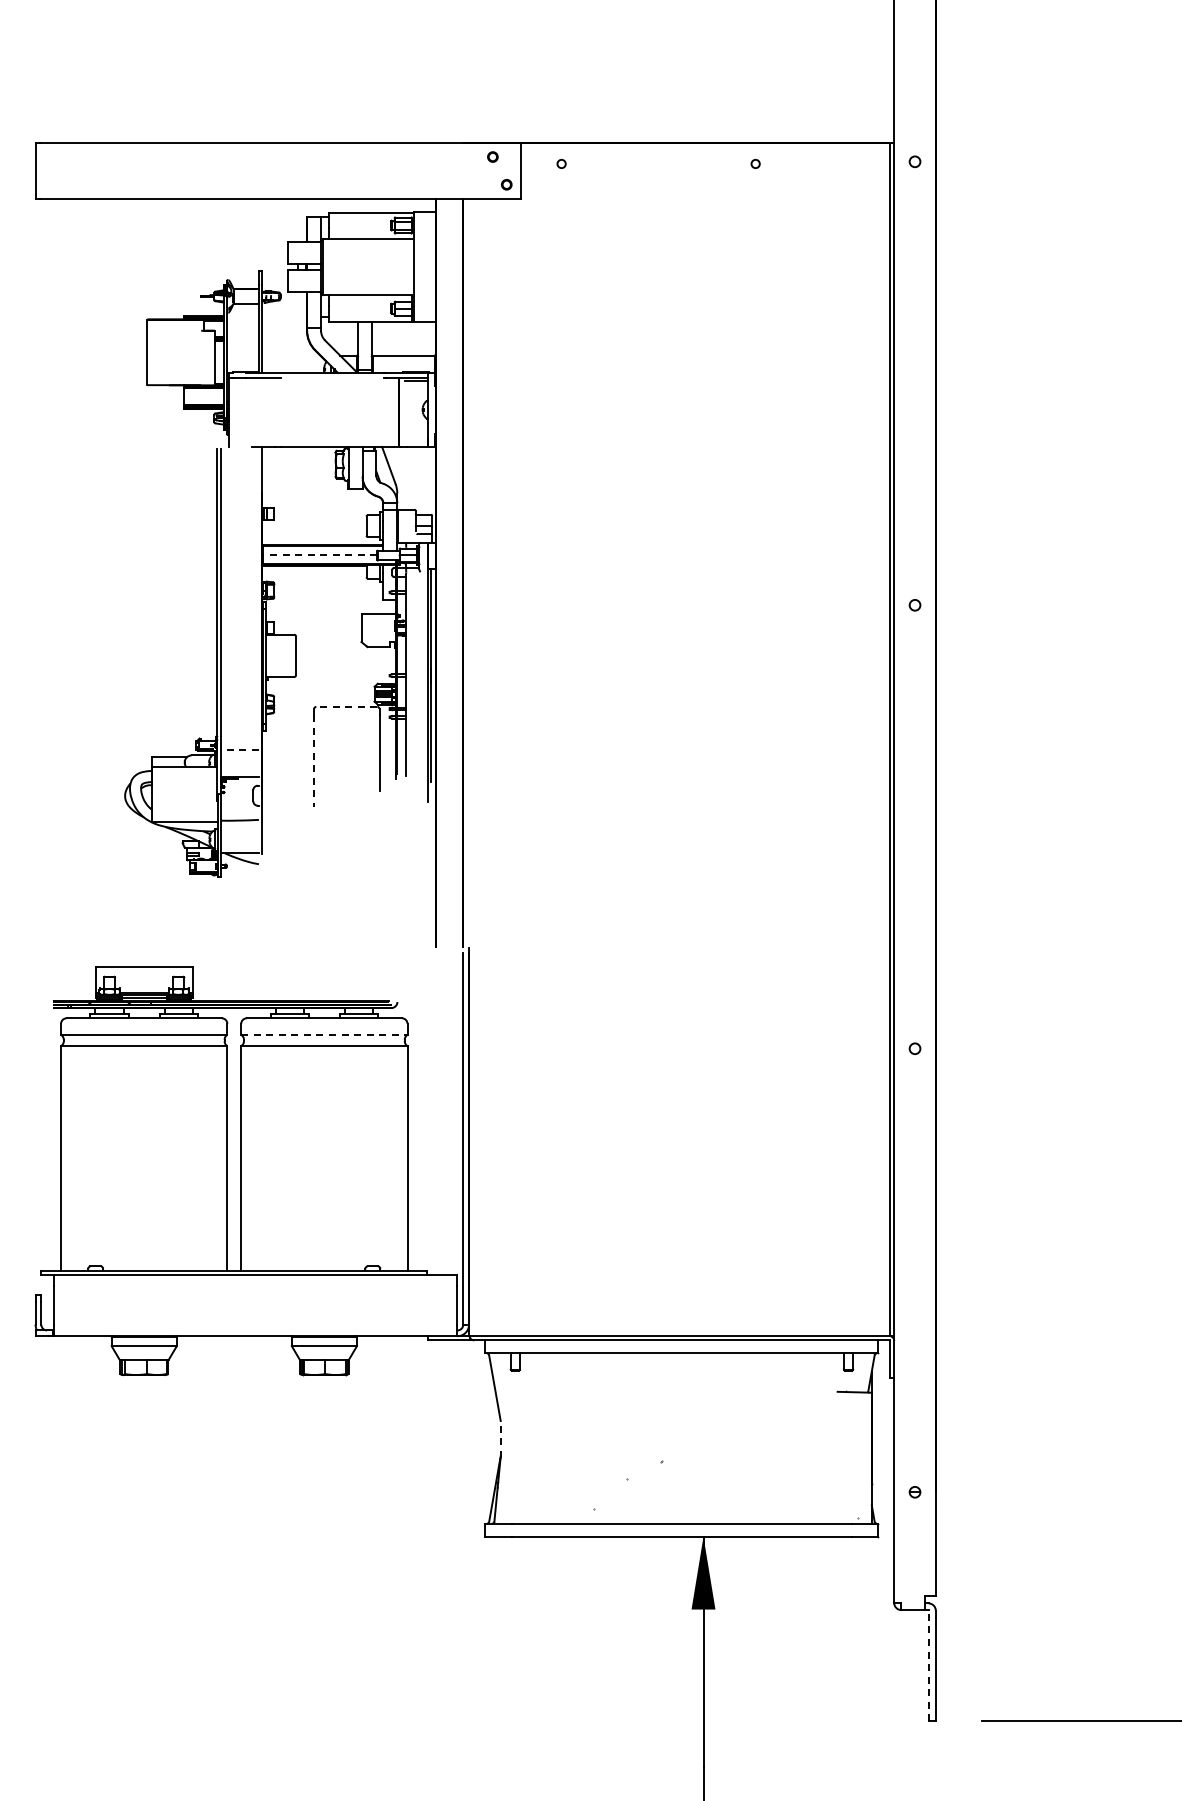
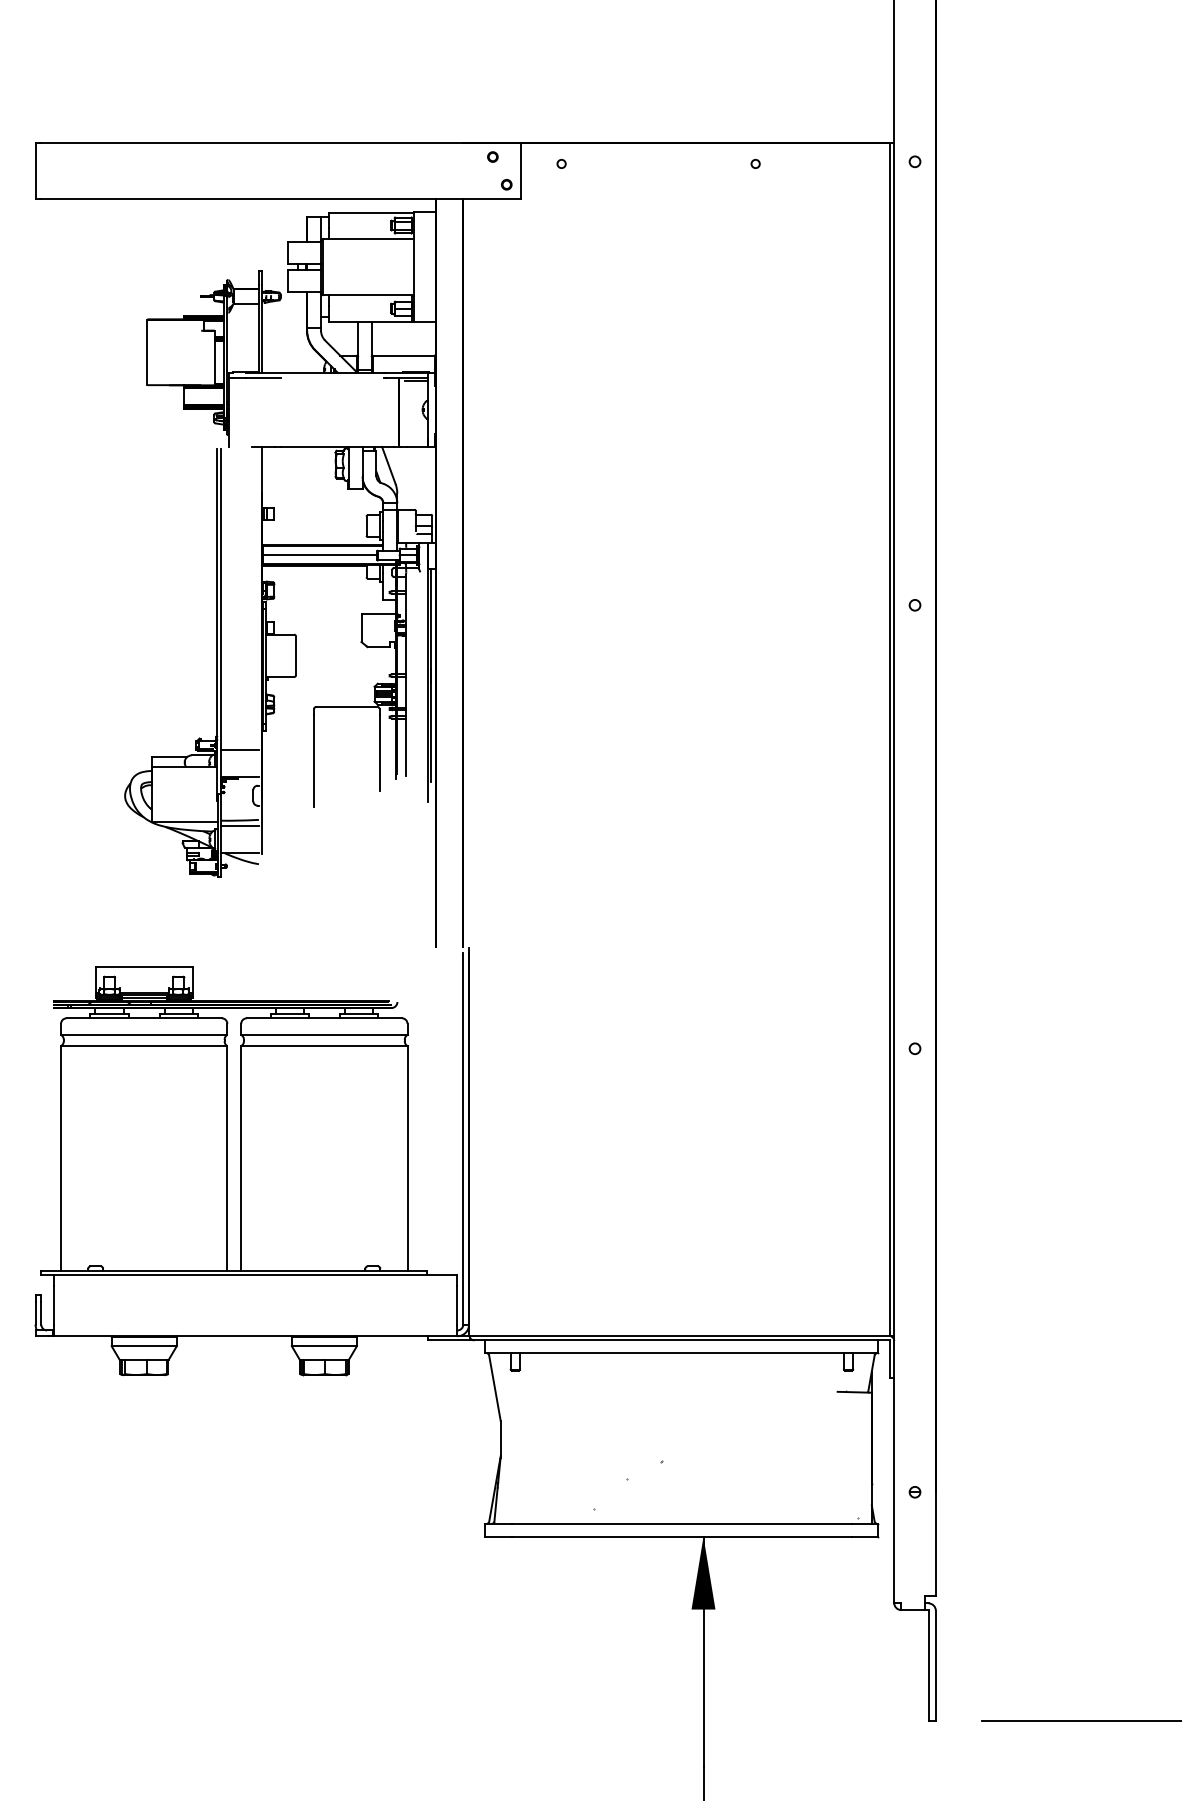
line at (319, 554): dashed -> solid
line at (346, 706): dashed -> solid
line at (239, 749): dashed -> solid
line at (314, 761): dashed -> solid
line at (239, 826): none -> present
line at (324, 1034): dashed -> solid
line at (500, 1439): dashed -> solid
line at (929, 1665): dashed -> solid
